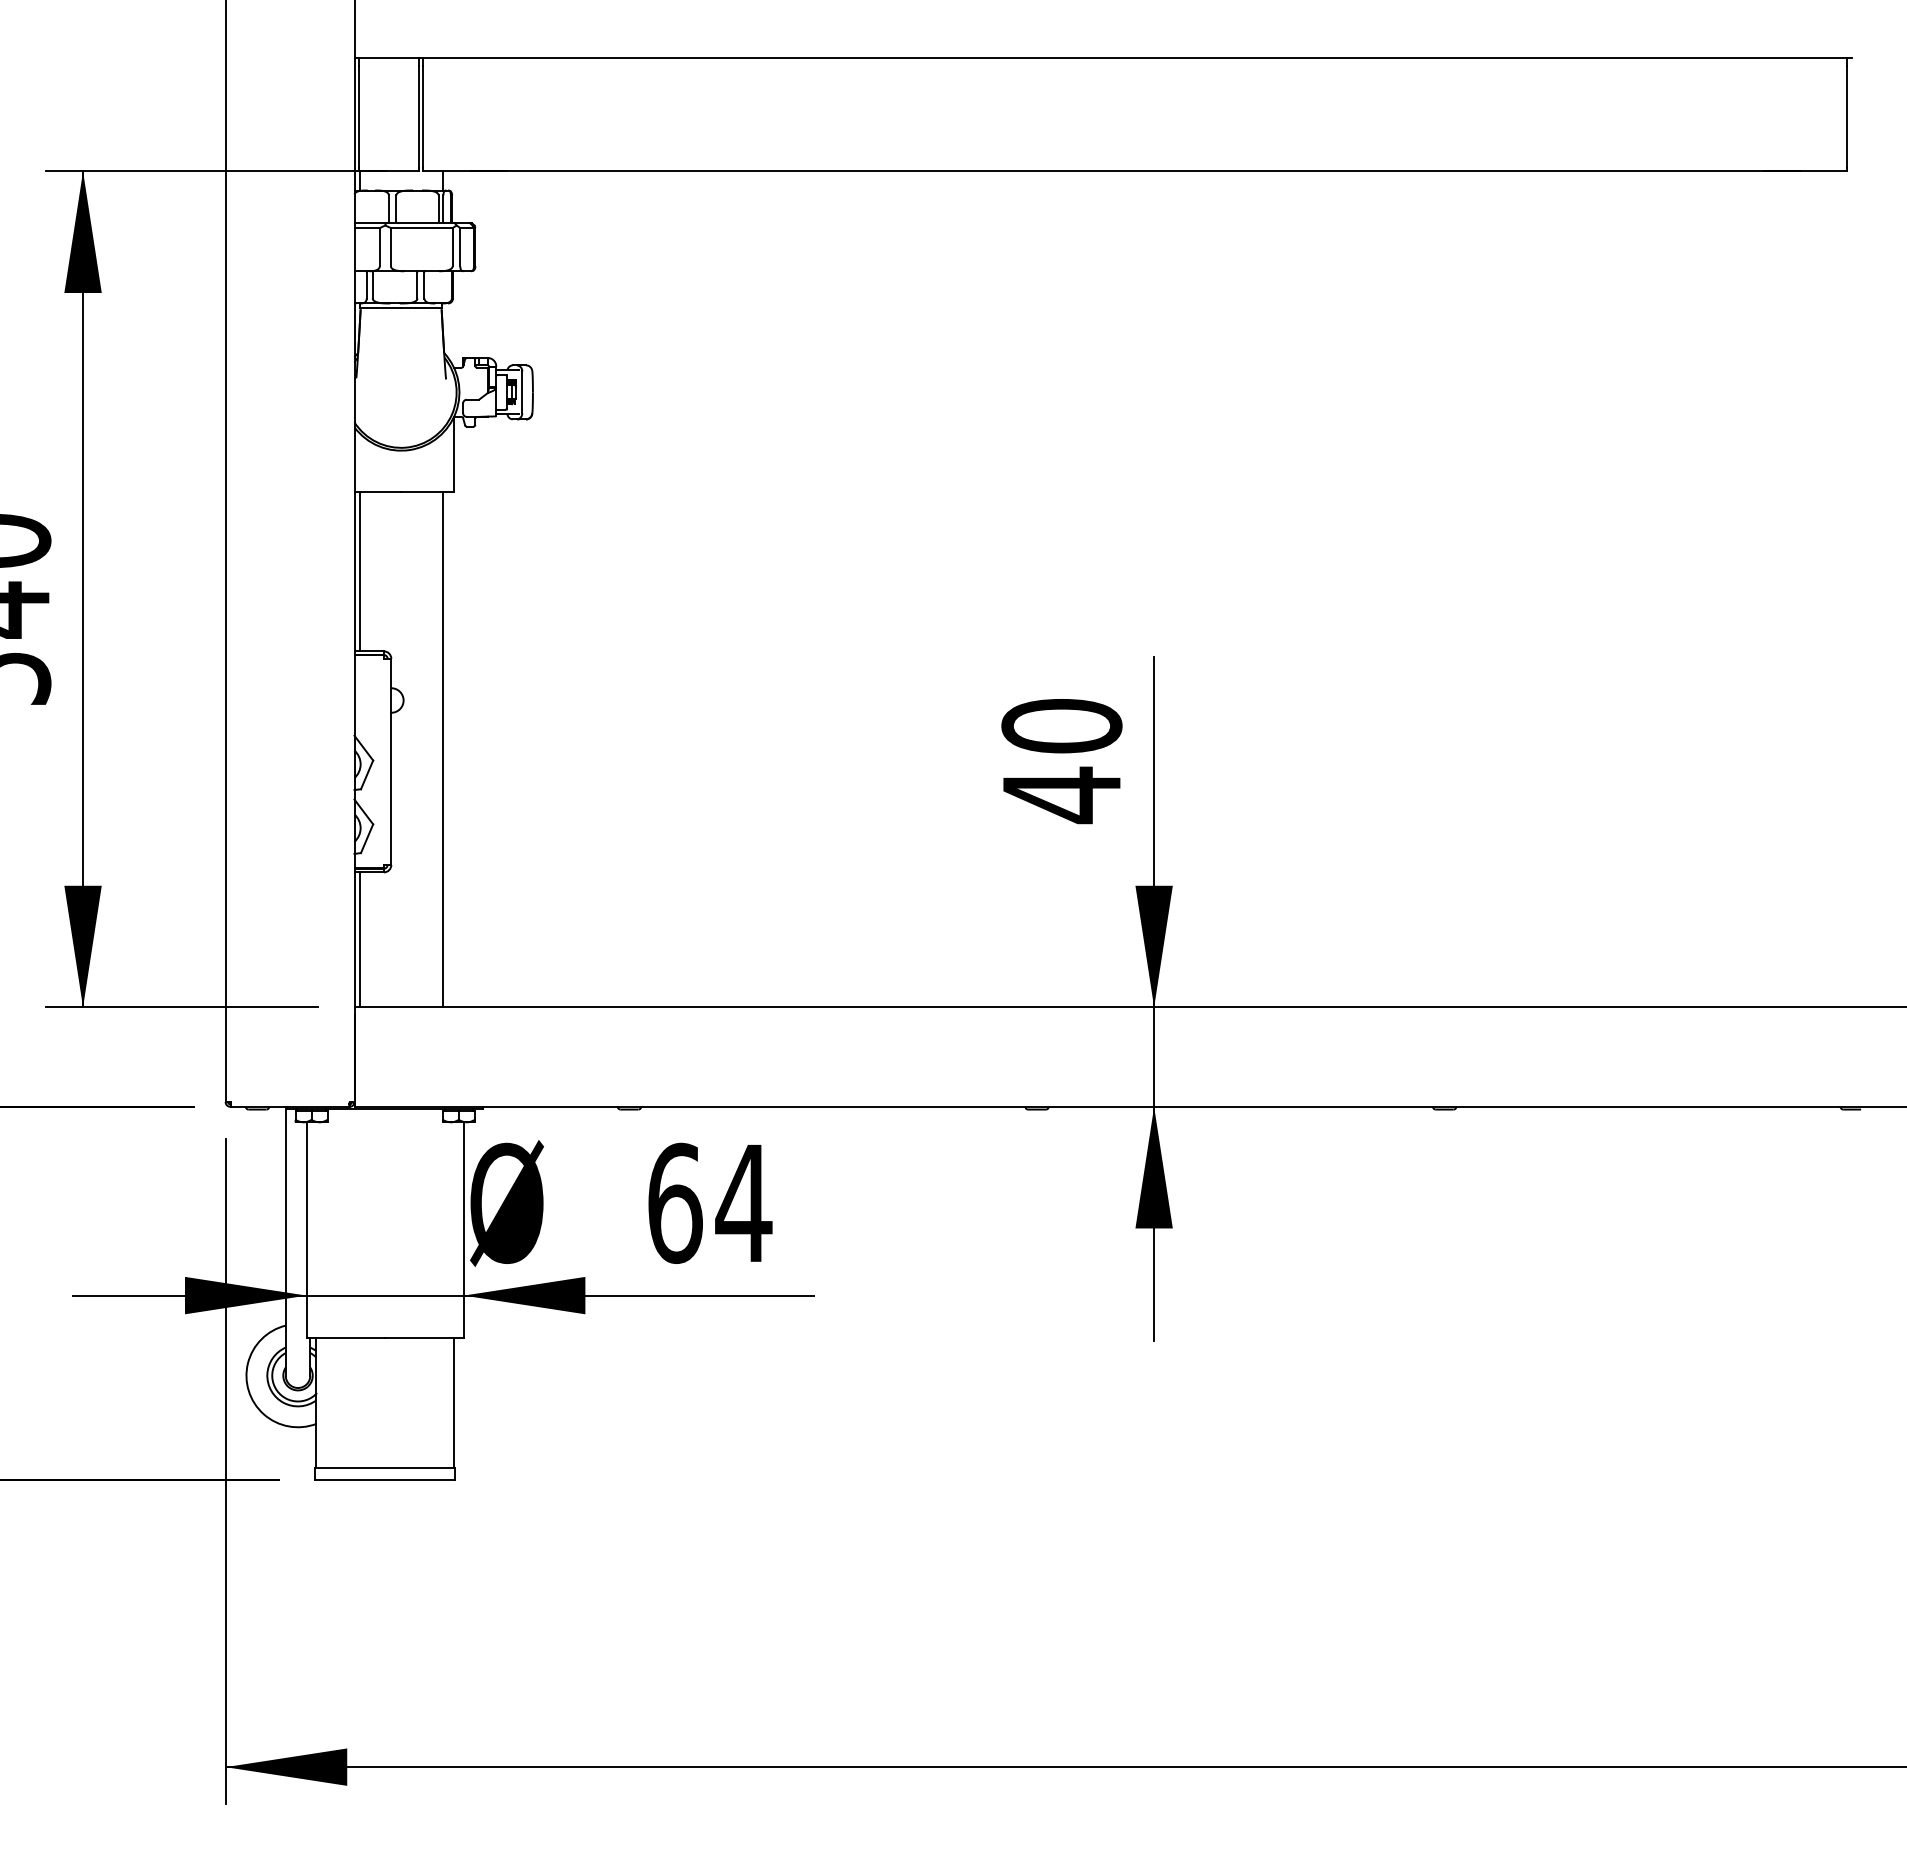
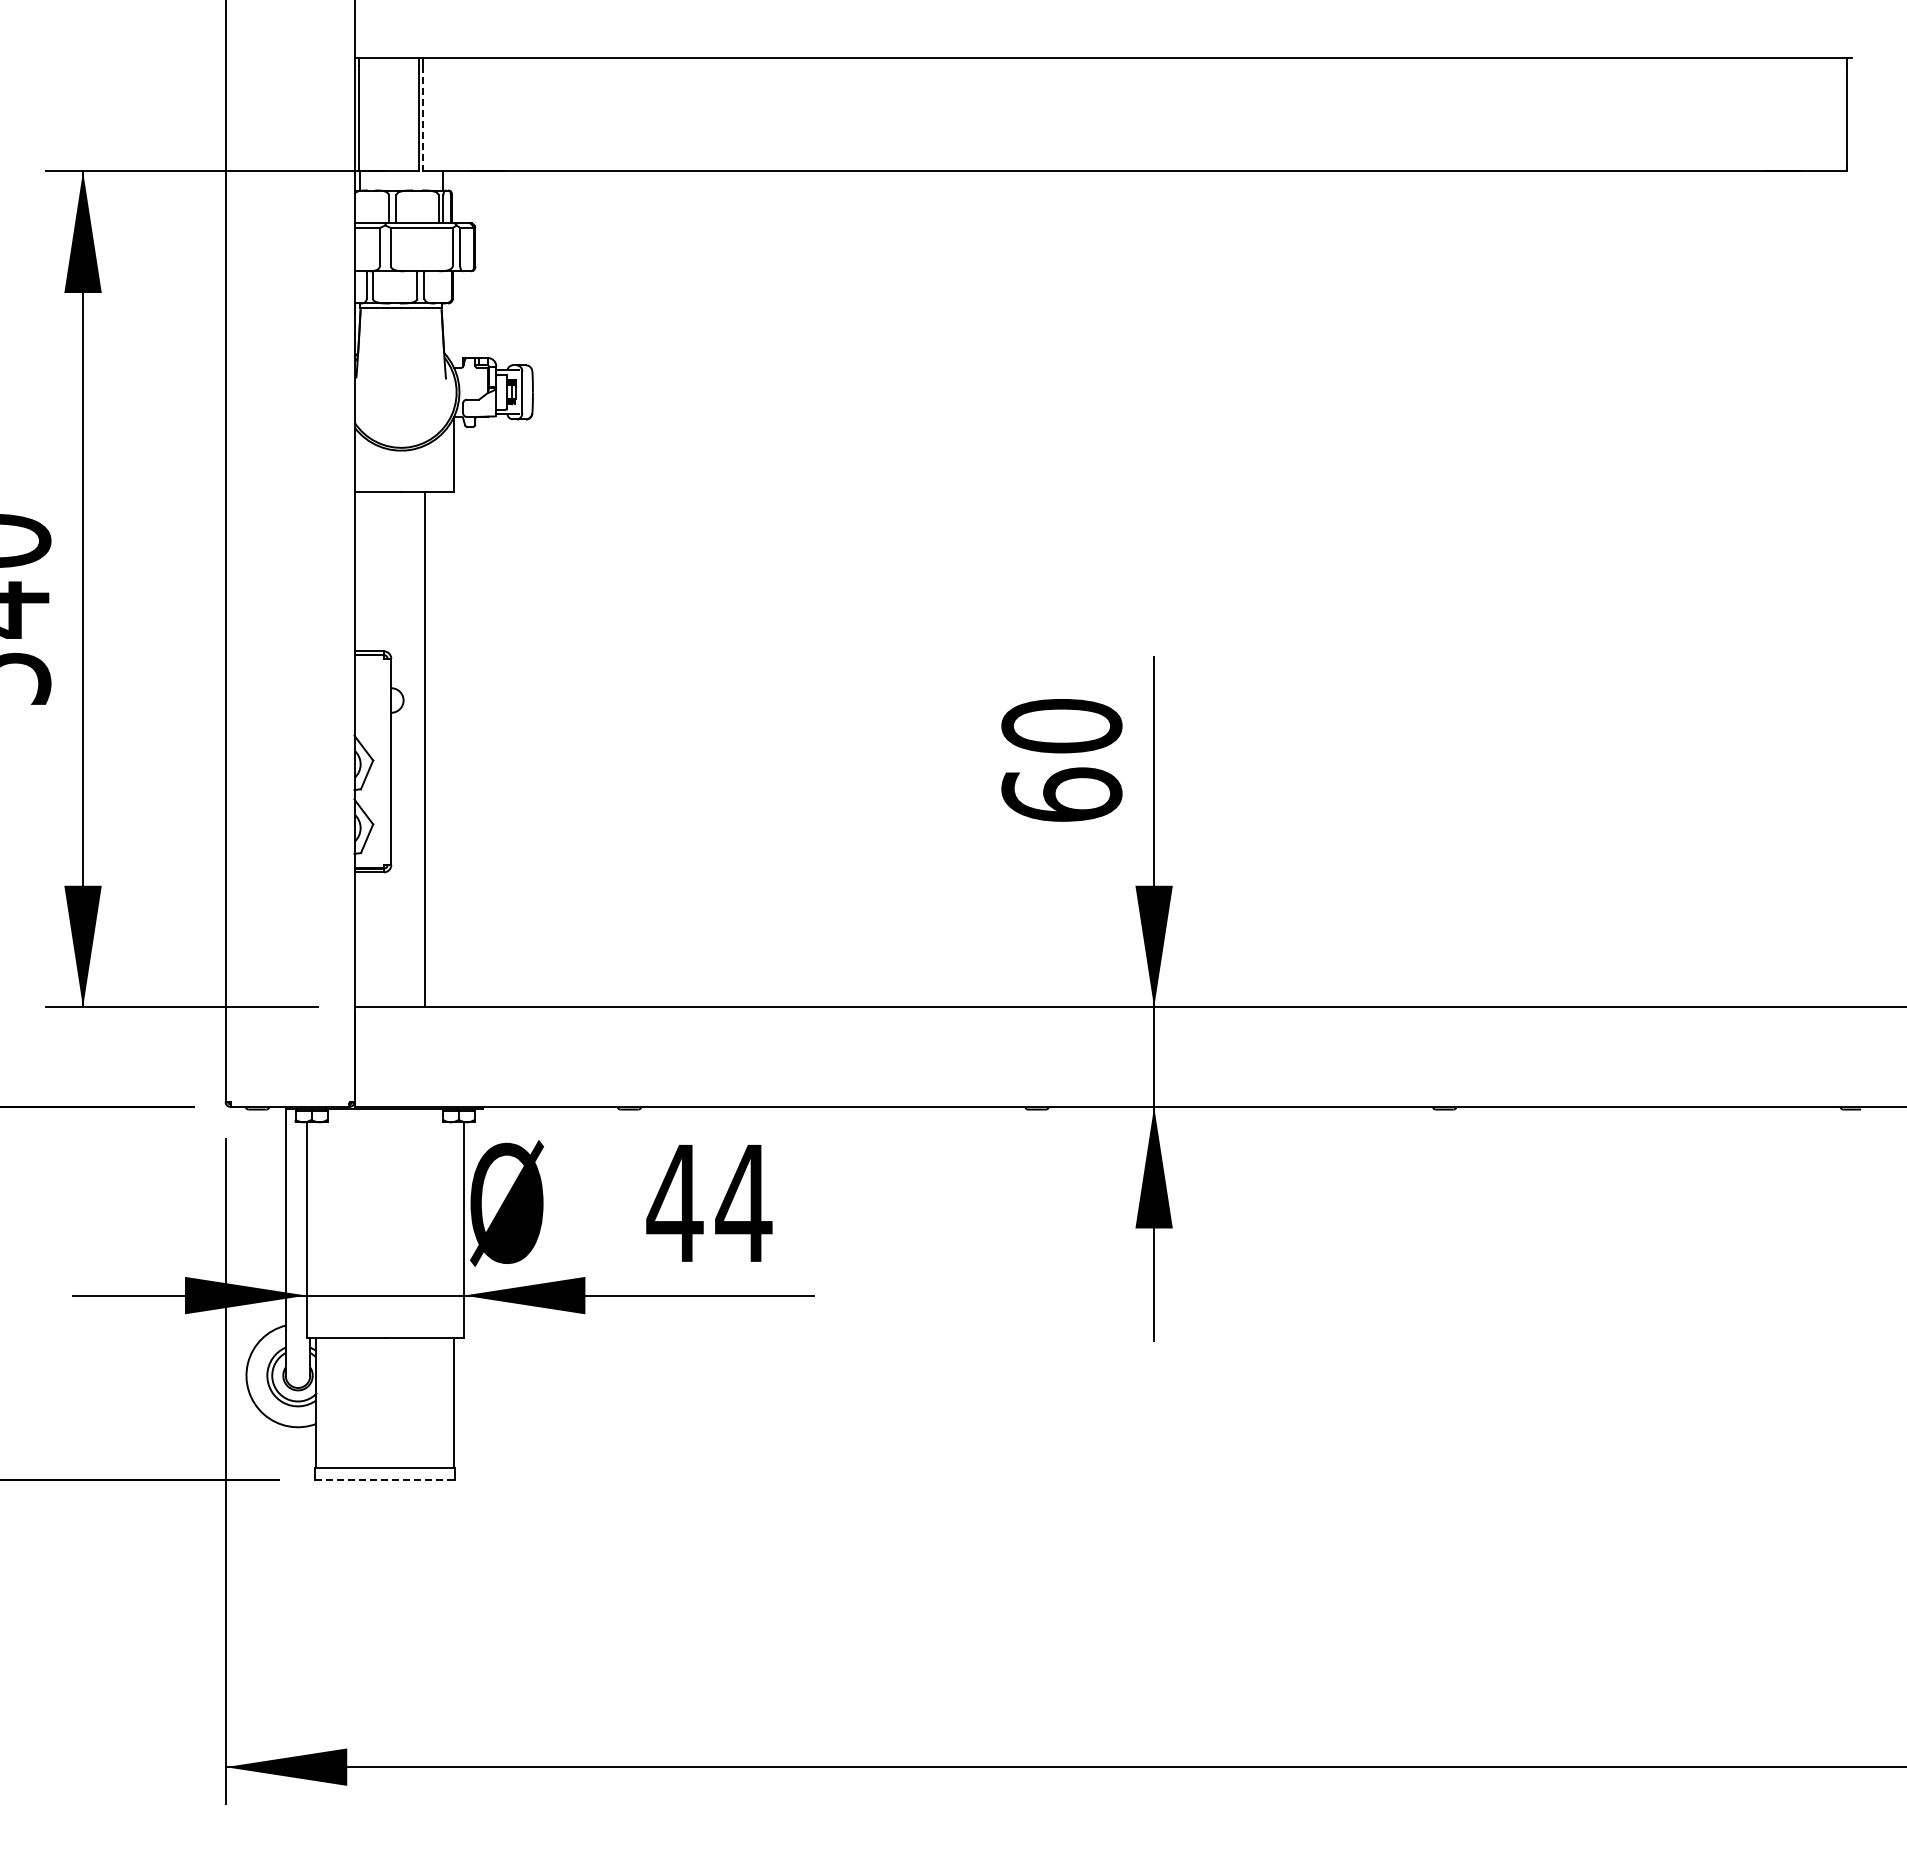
line at (423, 116): solid -> dashed
line at (359, 571): present -> none
line at (442, 749) position: (442, 749) -> (424, 749)
text at (1061, 795): 40 -> 60
line at (359, 939): present -> none
text at (674, 1202): 64 -> 44
line at (385, 1480): solid -> dashed
